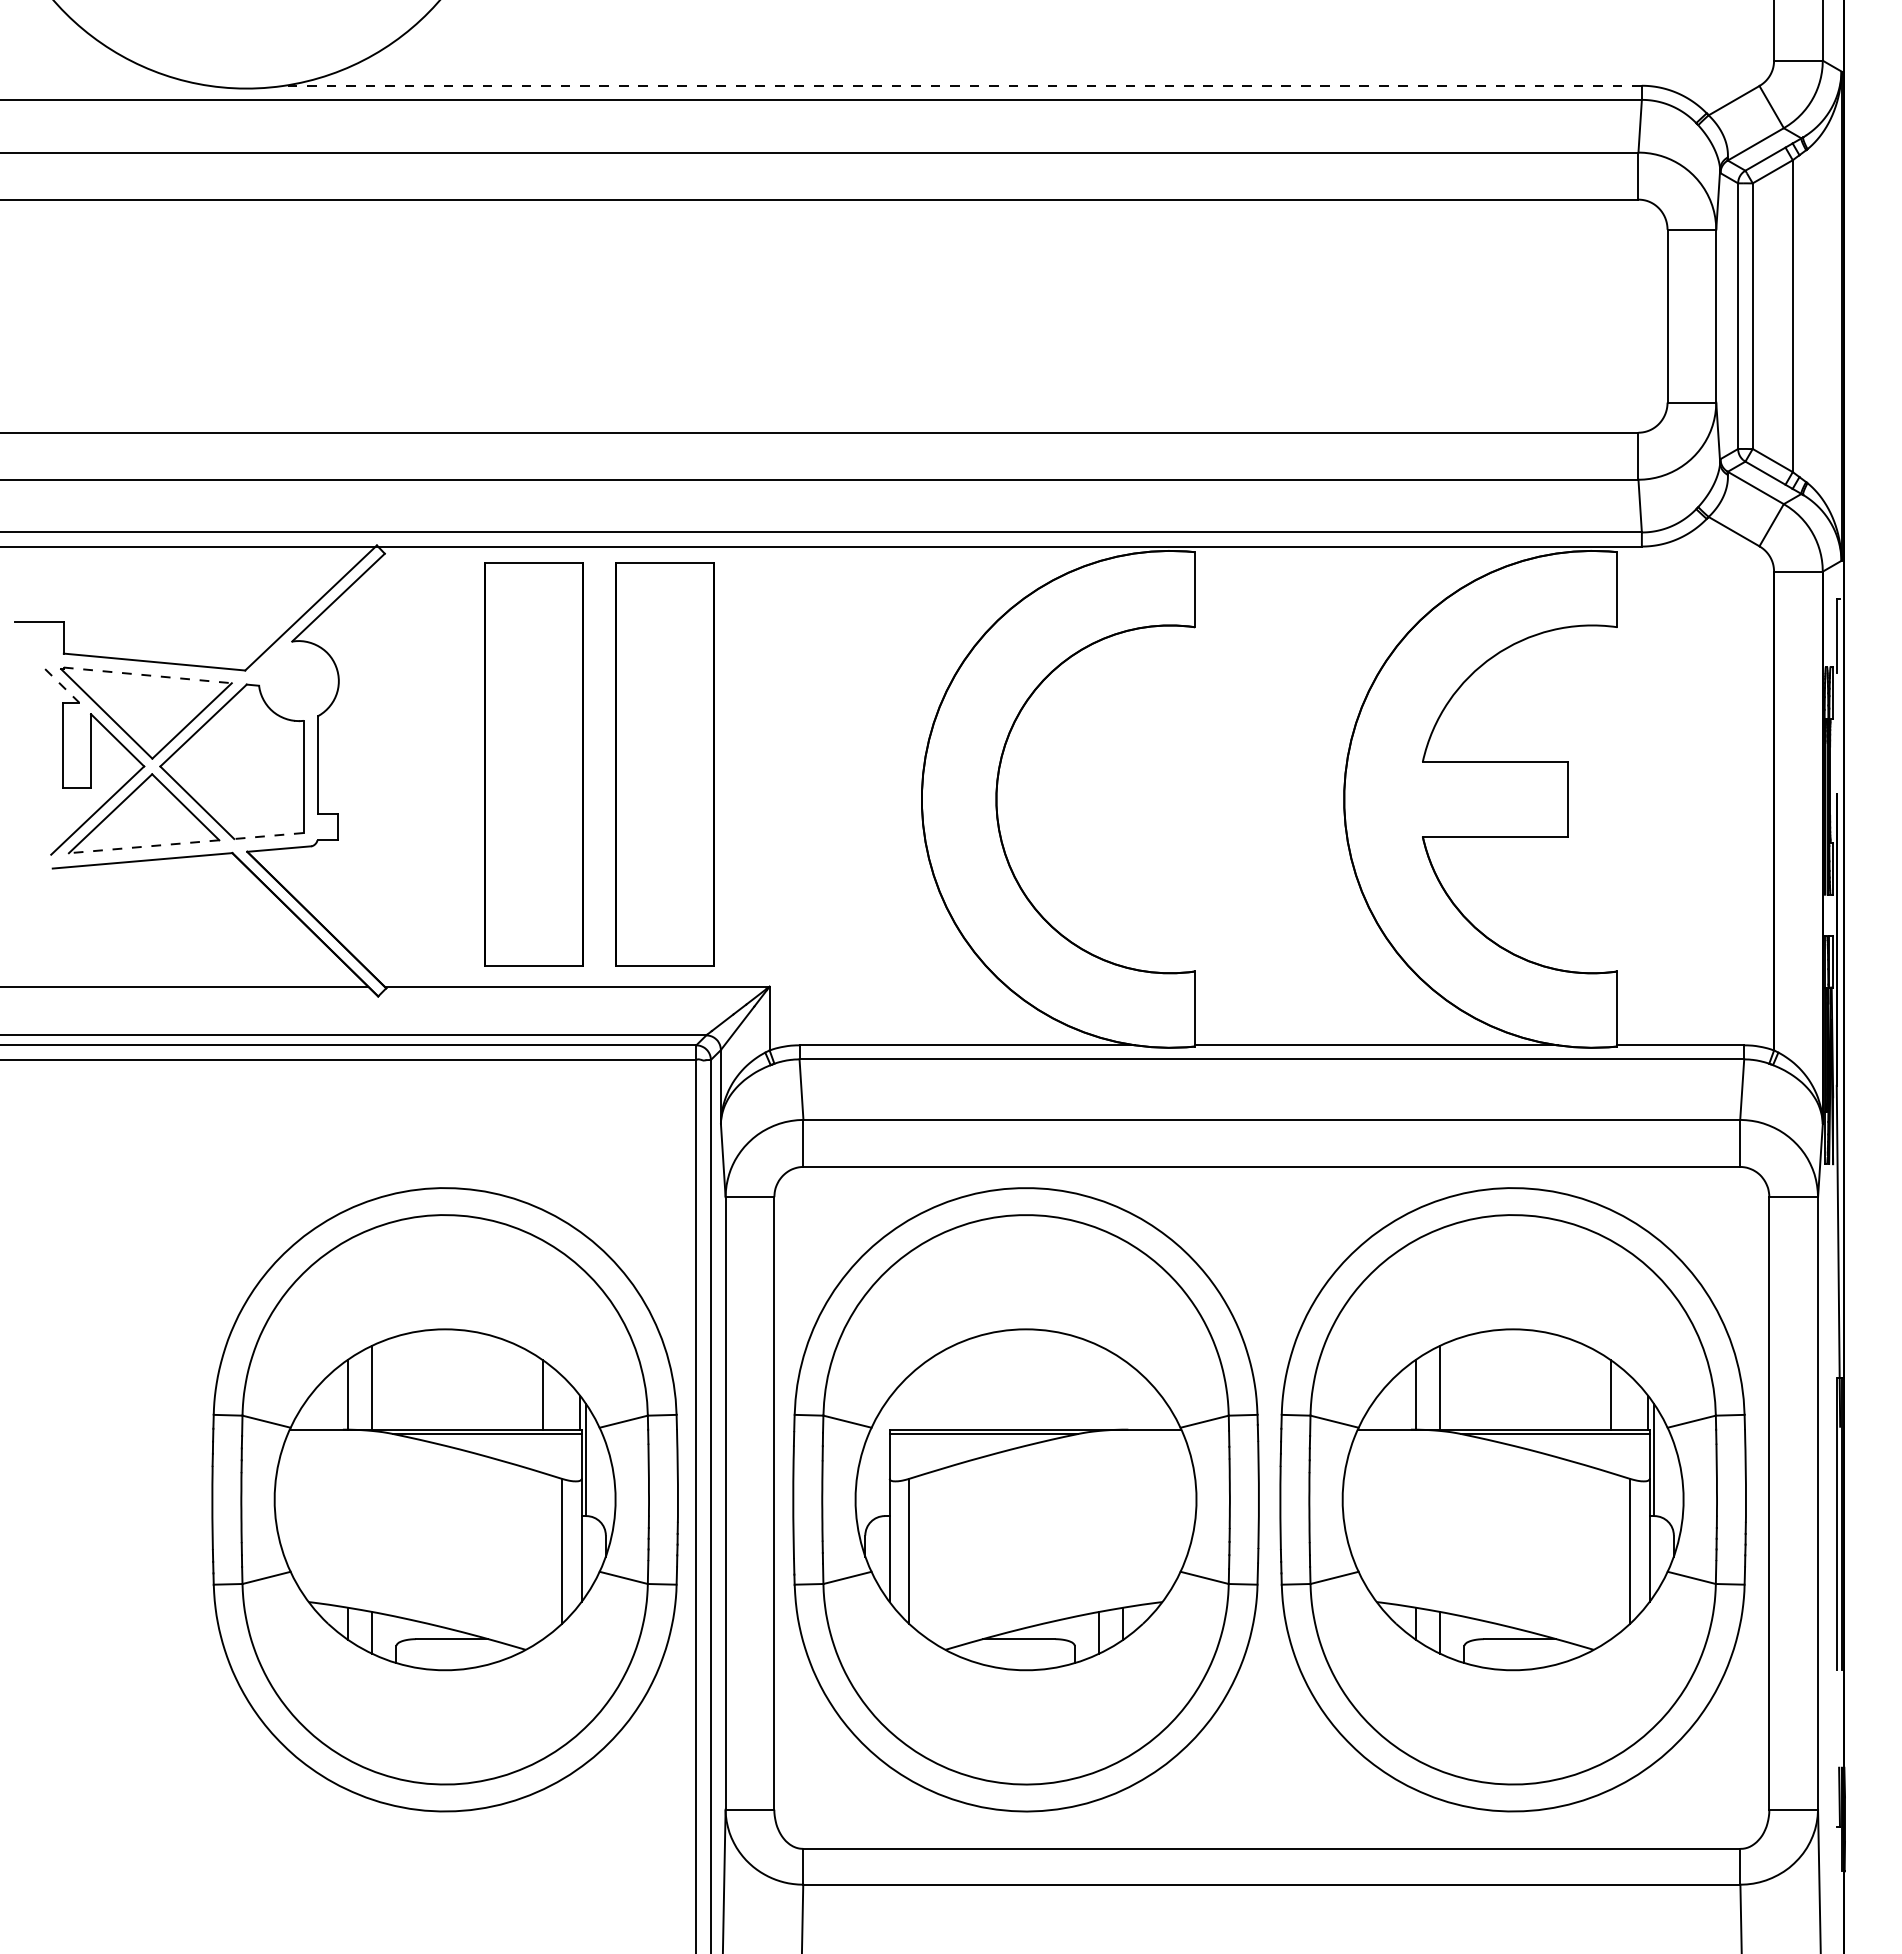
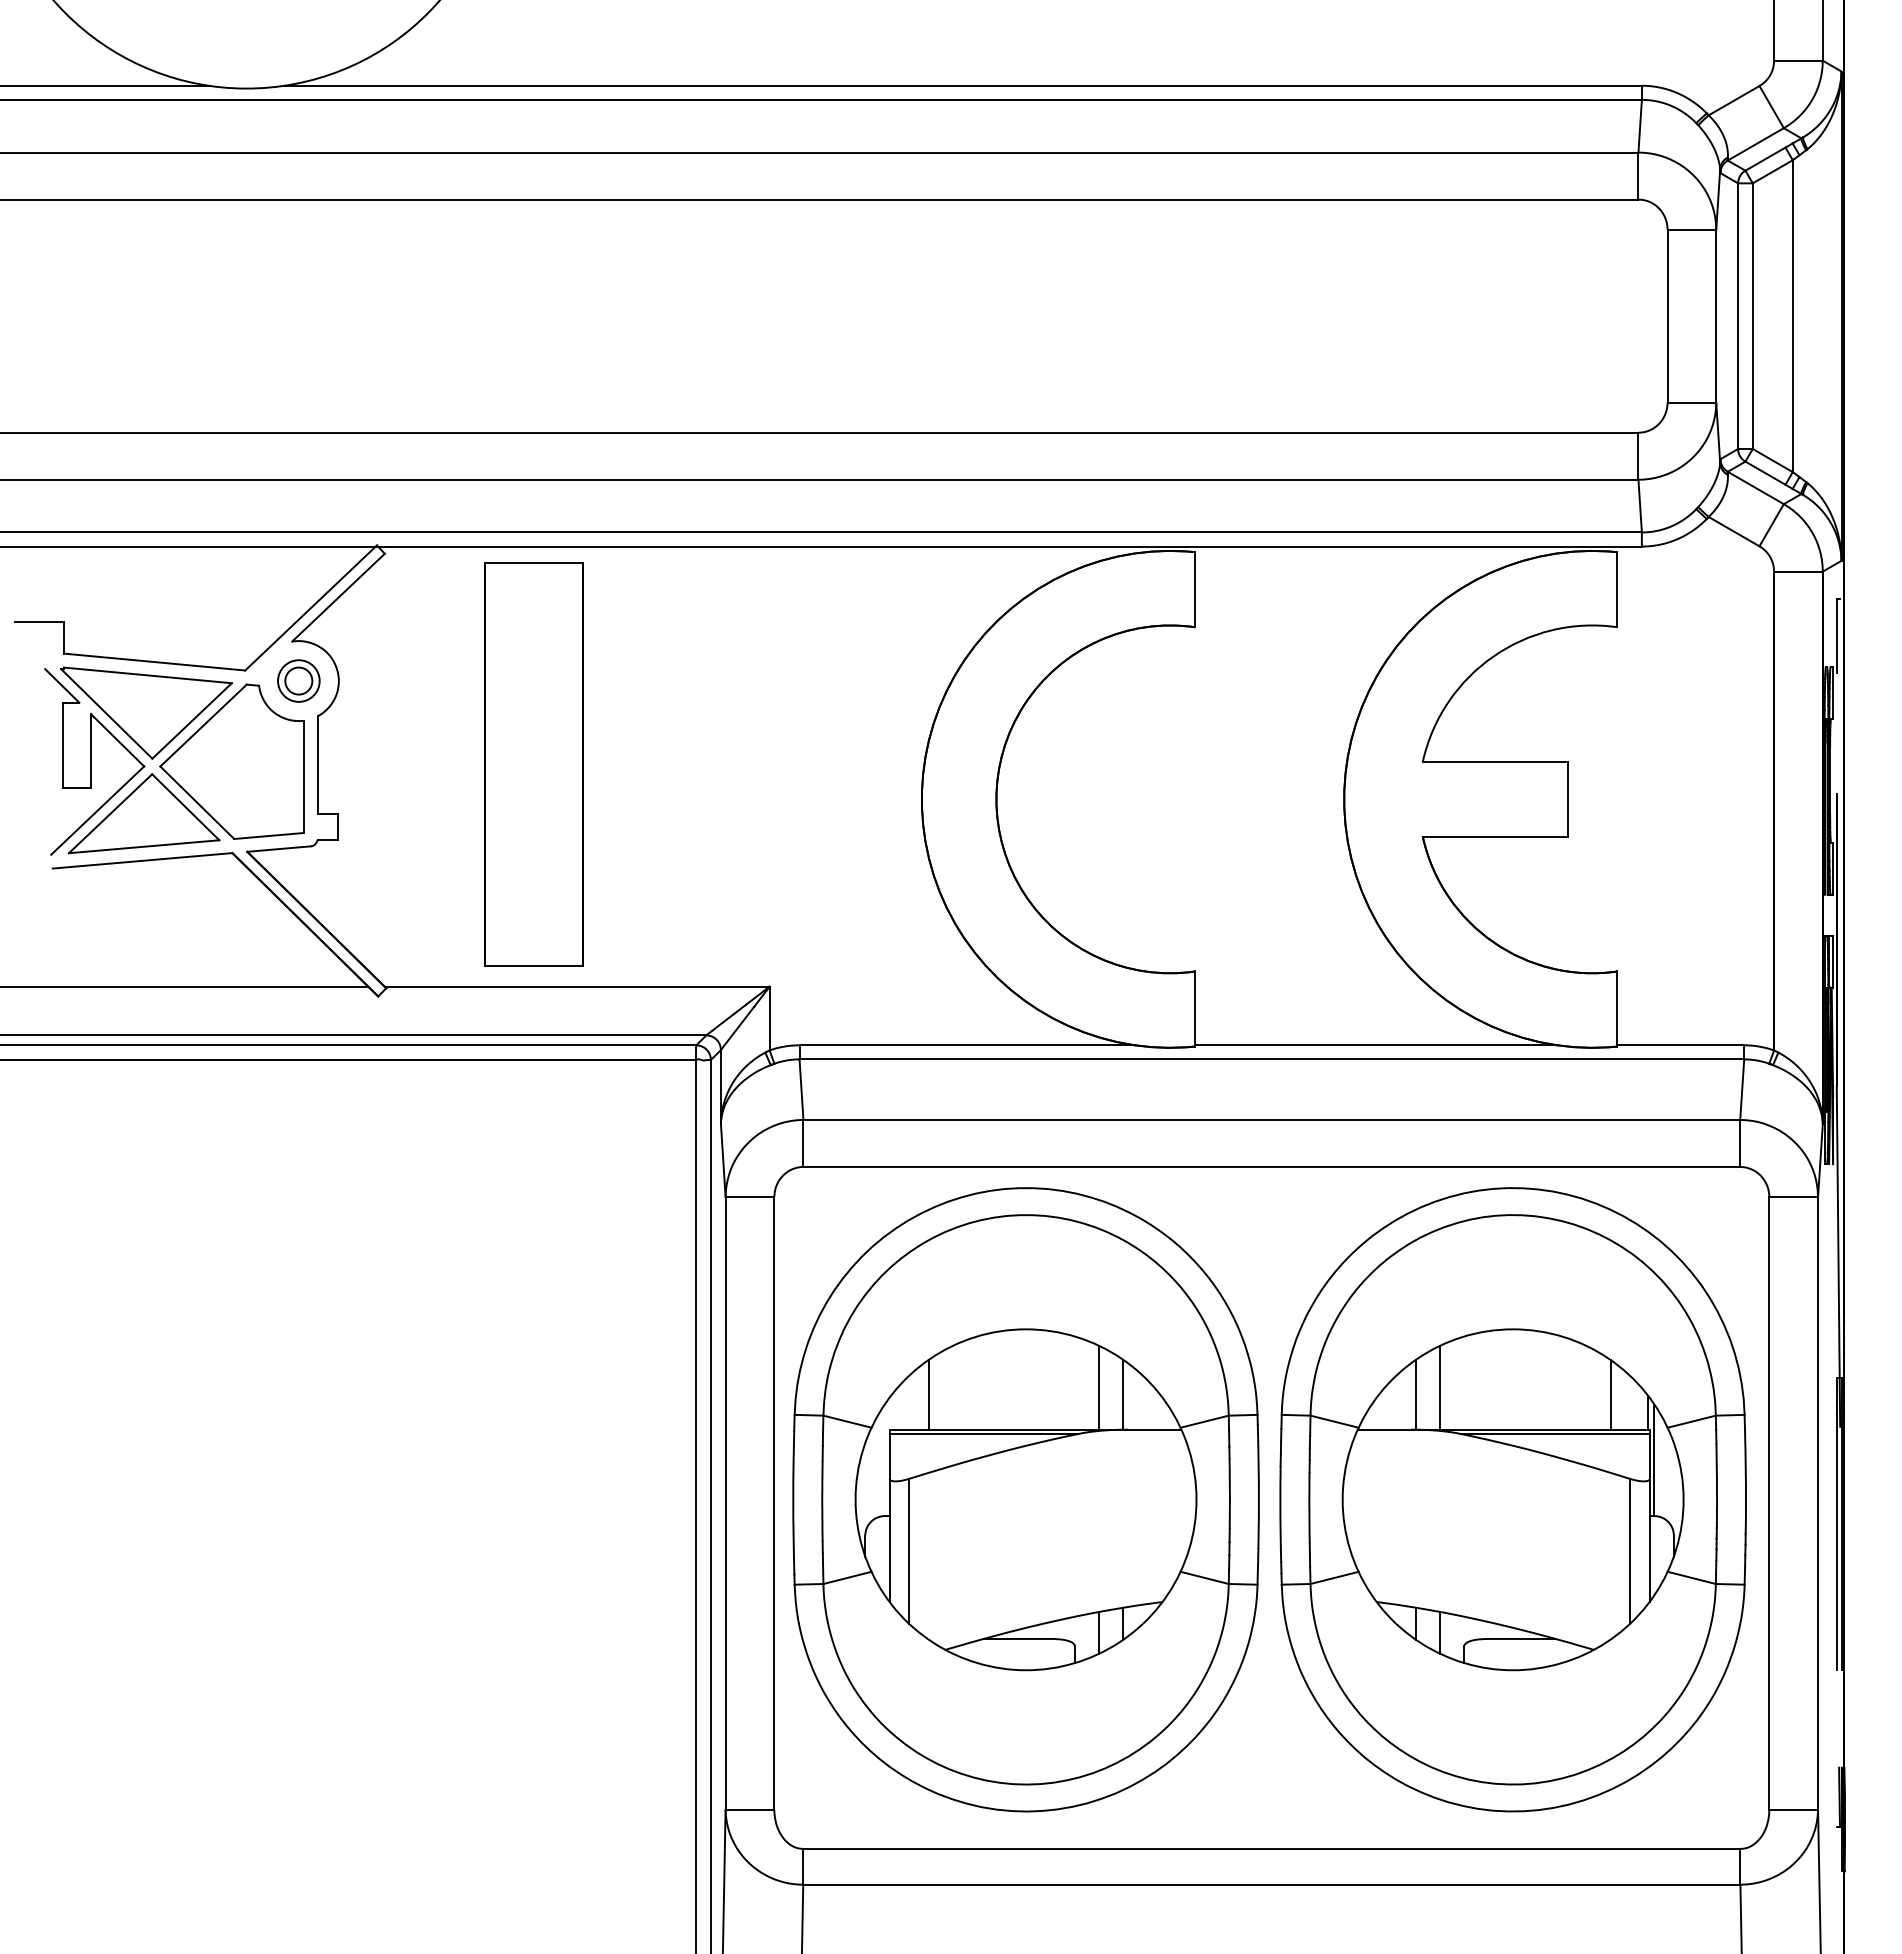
line at (105, 85): none -> present
line at (963, 85): dashed -> solid
line at (148, 675): dashed -> solid
part at (298, 680): none -> present
line at (62, 685): dashed -> solid
part at (664, 764): present -> none
line at (268, 836): dashed -> solid
line at (143, 846): dashed -> solid
line at (1099, 1387): none -> present
line at (928, 1394): none -> present
line at (1123, 1394): none -> present
part at (444, 1499): present -> none
